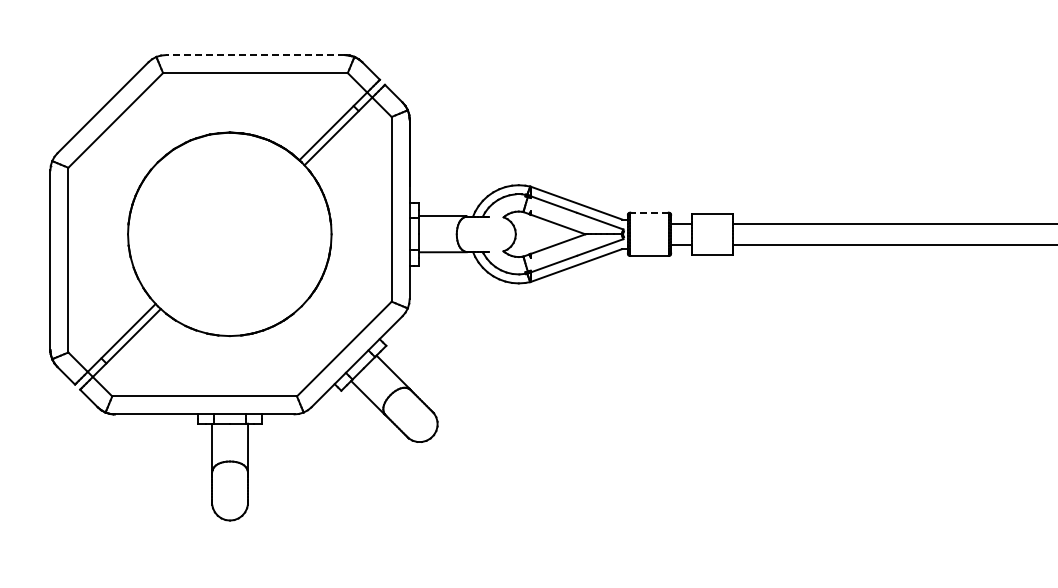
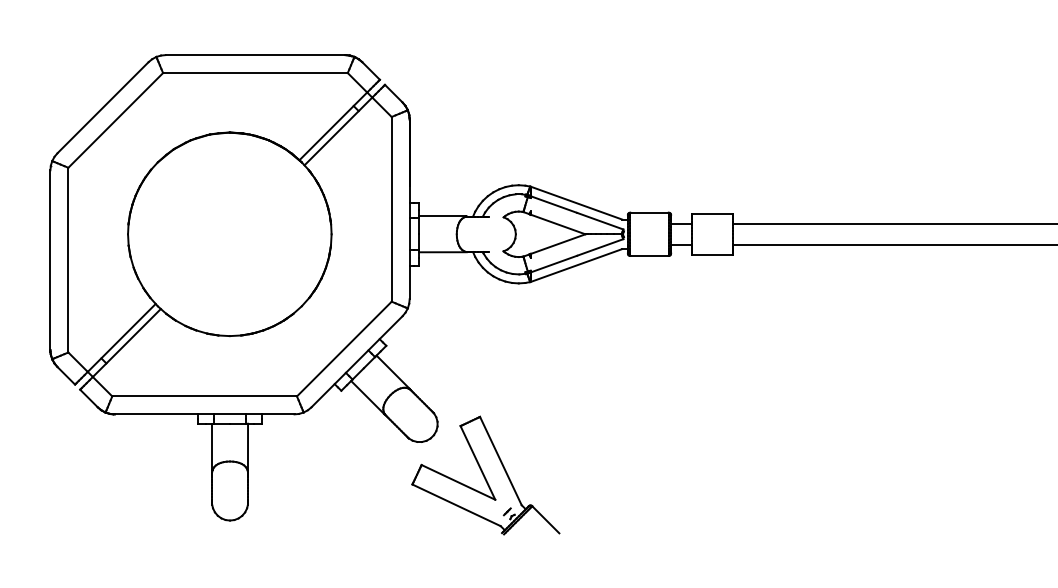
line at (255, 55): dashed -> solid
line at (649, 212): dashed -> solid
part at (485, 475): none -> present
